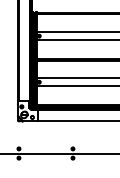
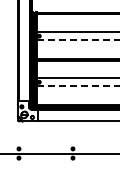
line at (78, 40): solid -> dashed
line at (78, 86): solid -> dashed
